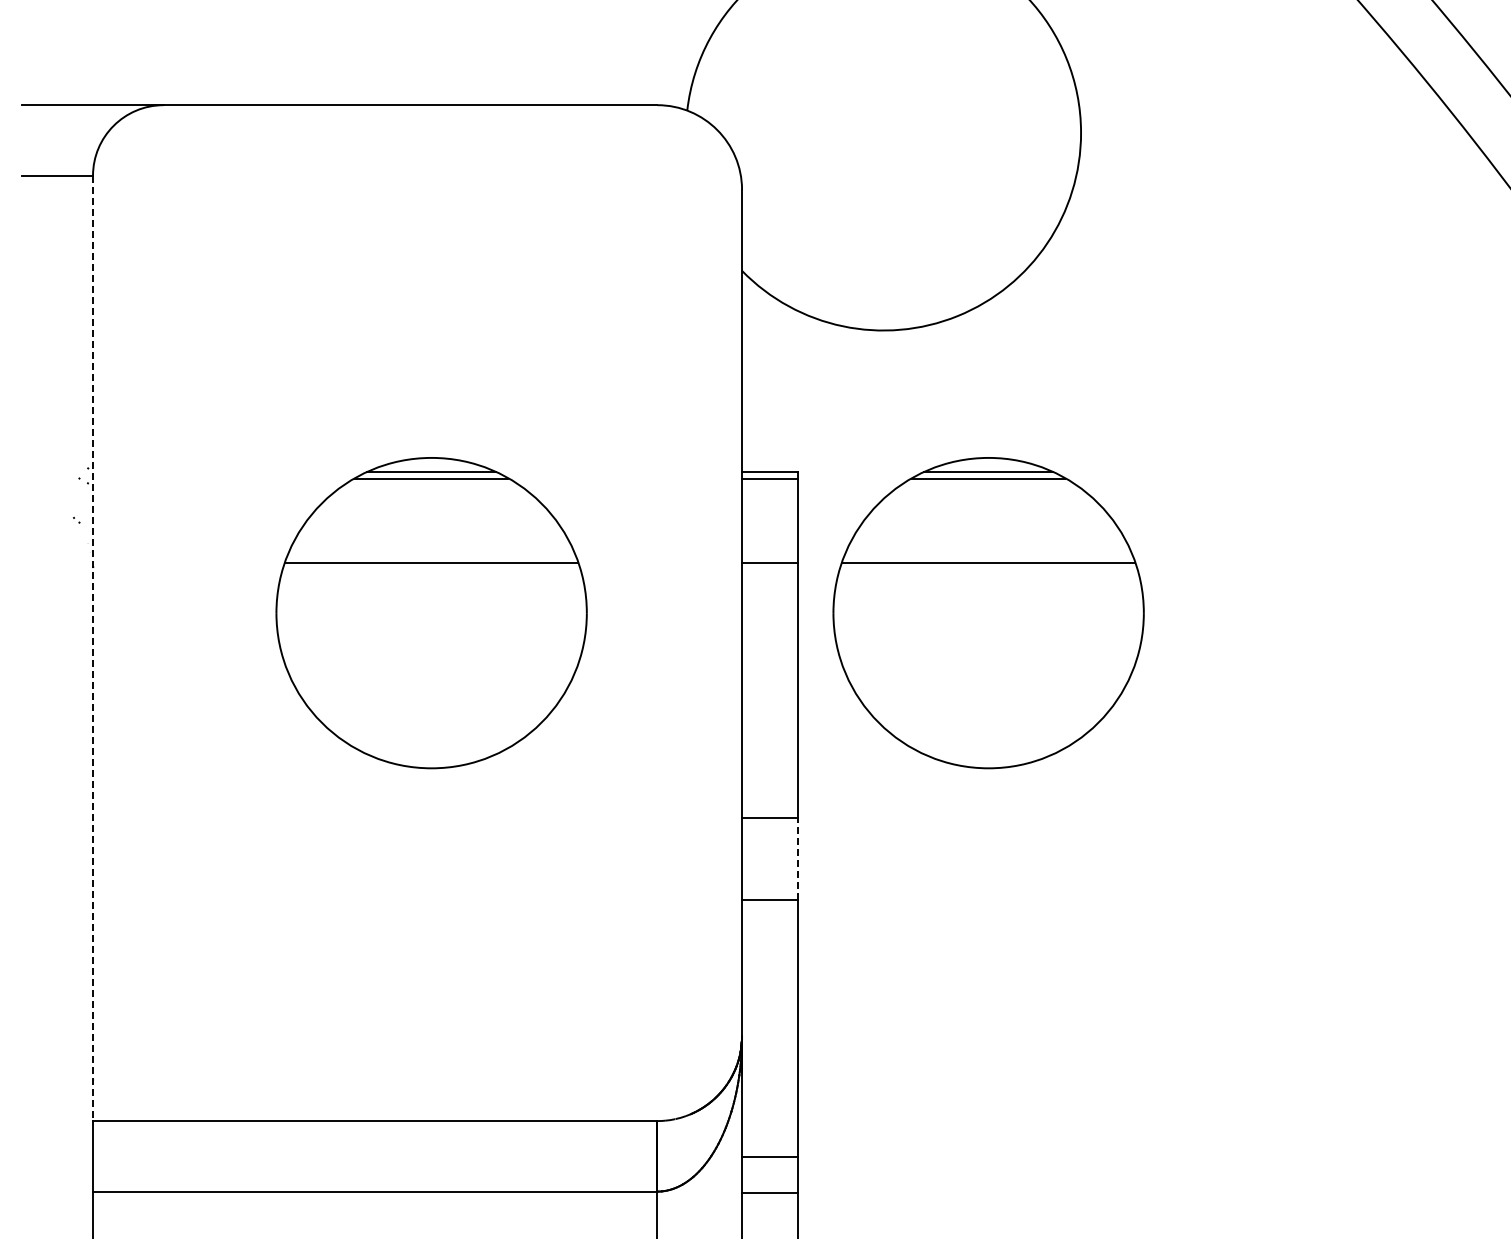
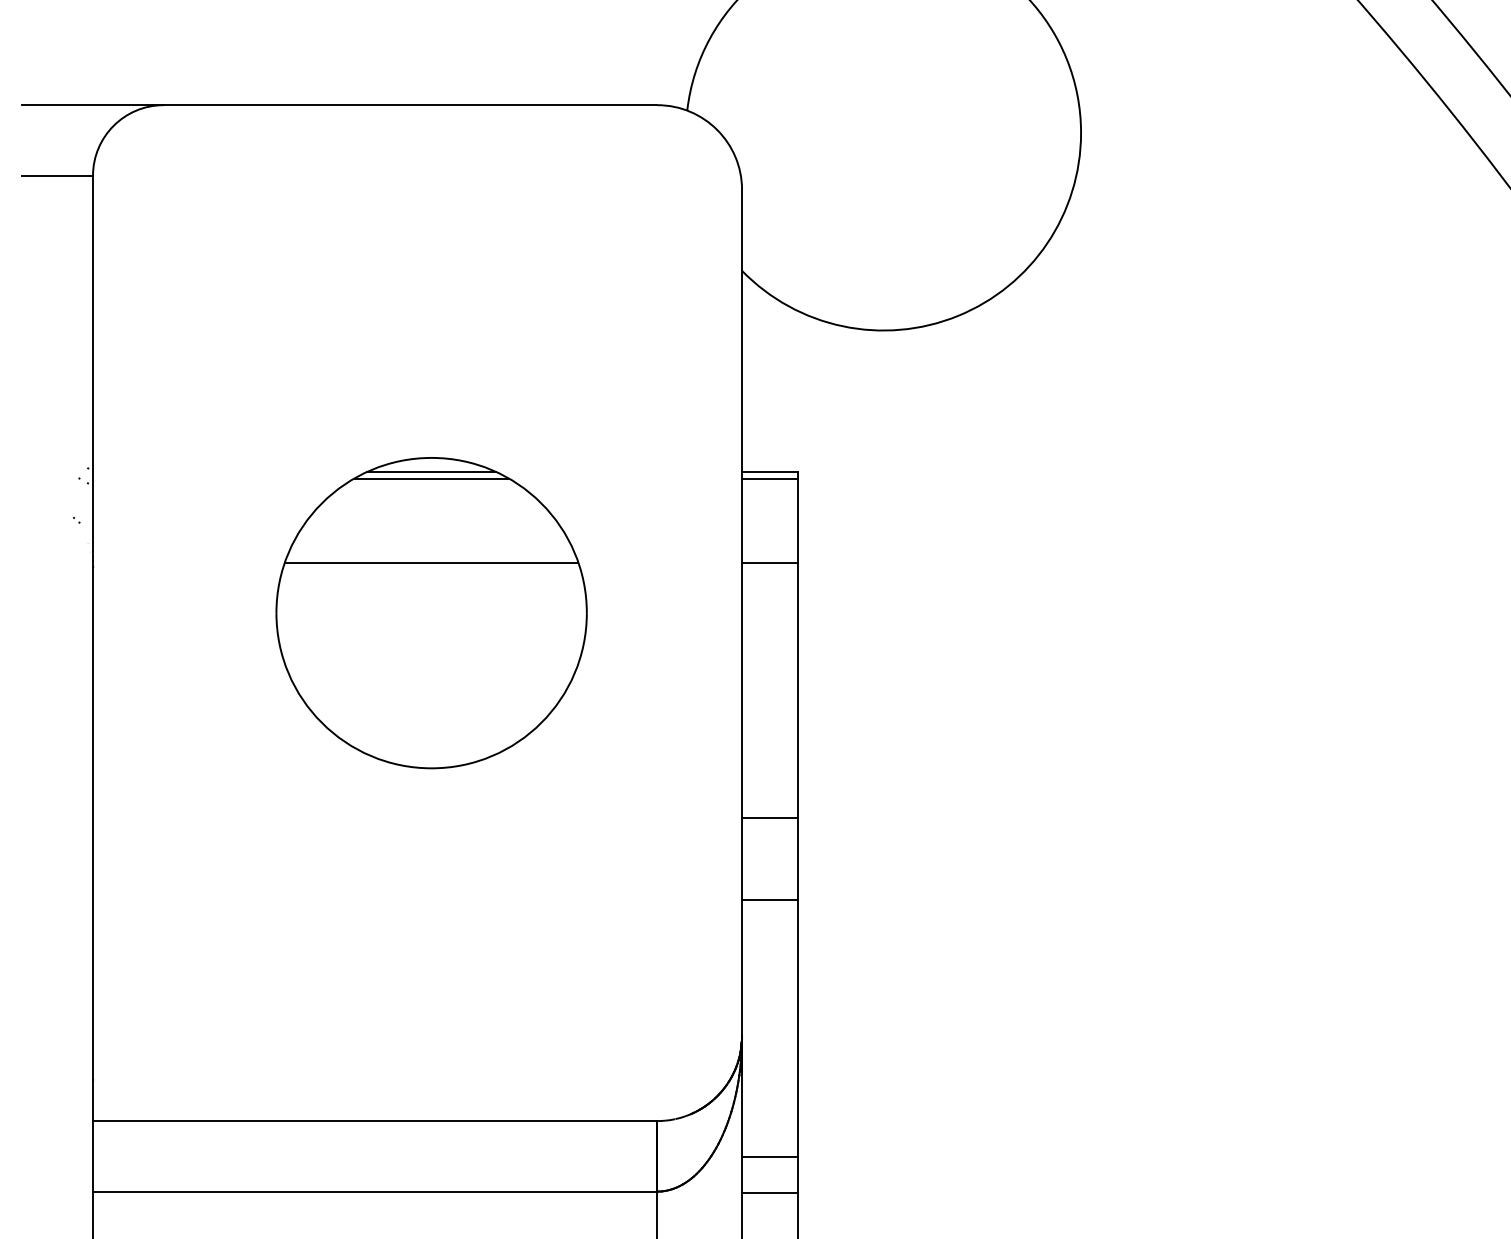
part at (988, 613): present -> none
line at (93, 648): dashed -> solid
line at (798, 858): dashed -> solid
